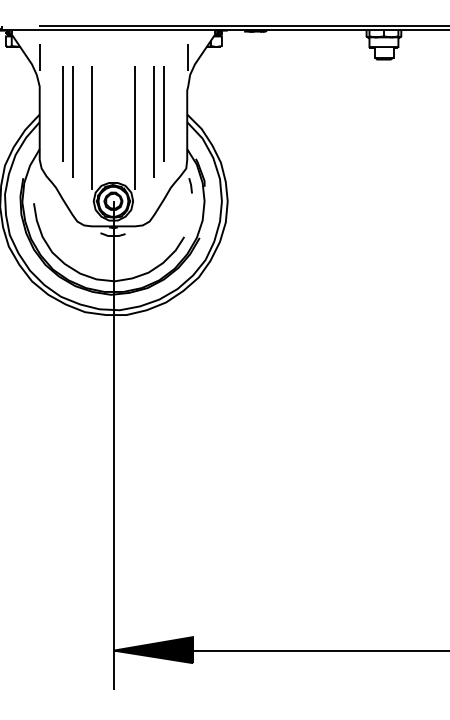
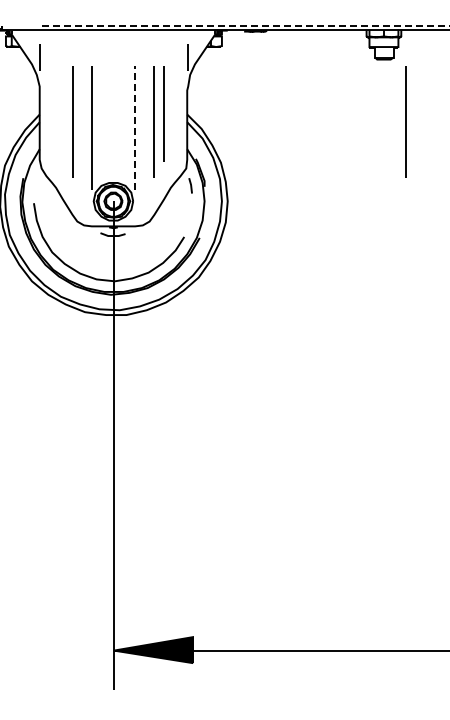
line at (243, 25): solid -> dashed
line at (62, 113): present -> none
line at (405, 121): none -> present
line at (135, 128): solid -> dashed
